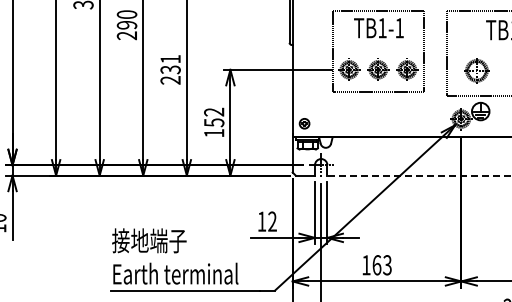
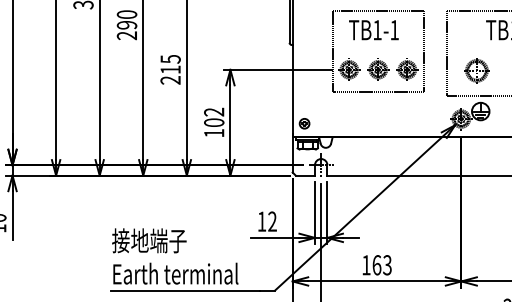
text at (378, 28) position: (378, 28) -> (373, 30)
text at (170, 64): 231 -> 215
text at (214, 122): 152 -> 102
line at (419, 175): dashed -> solid
